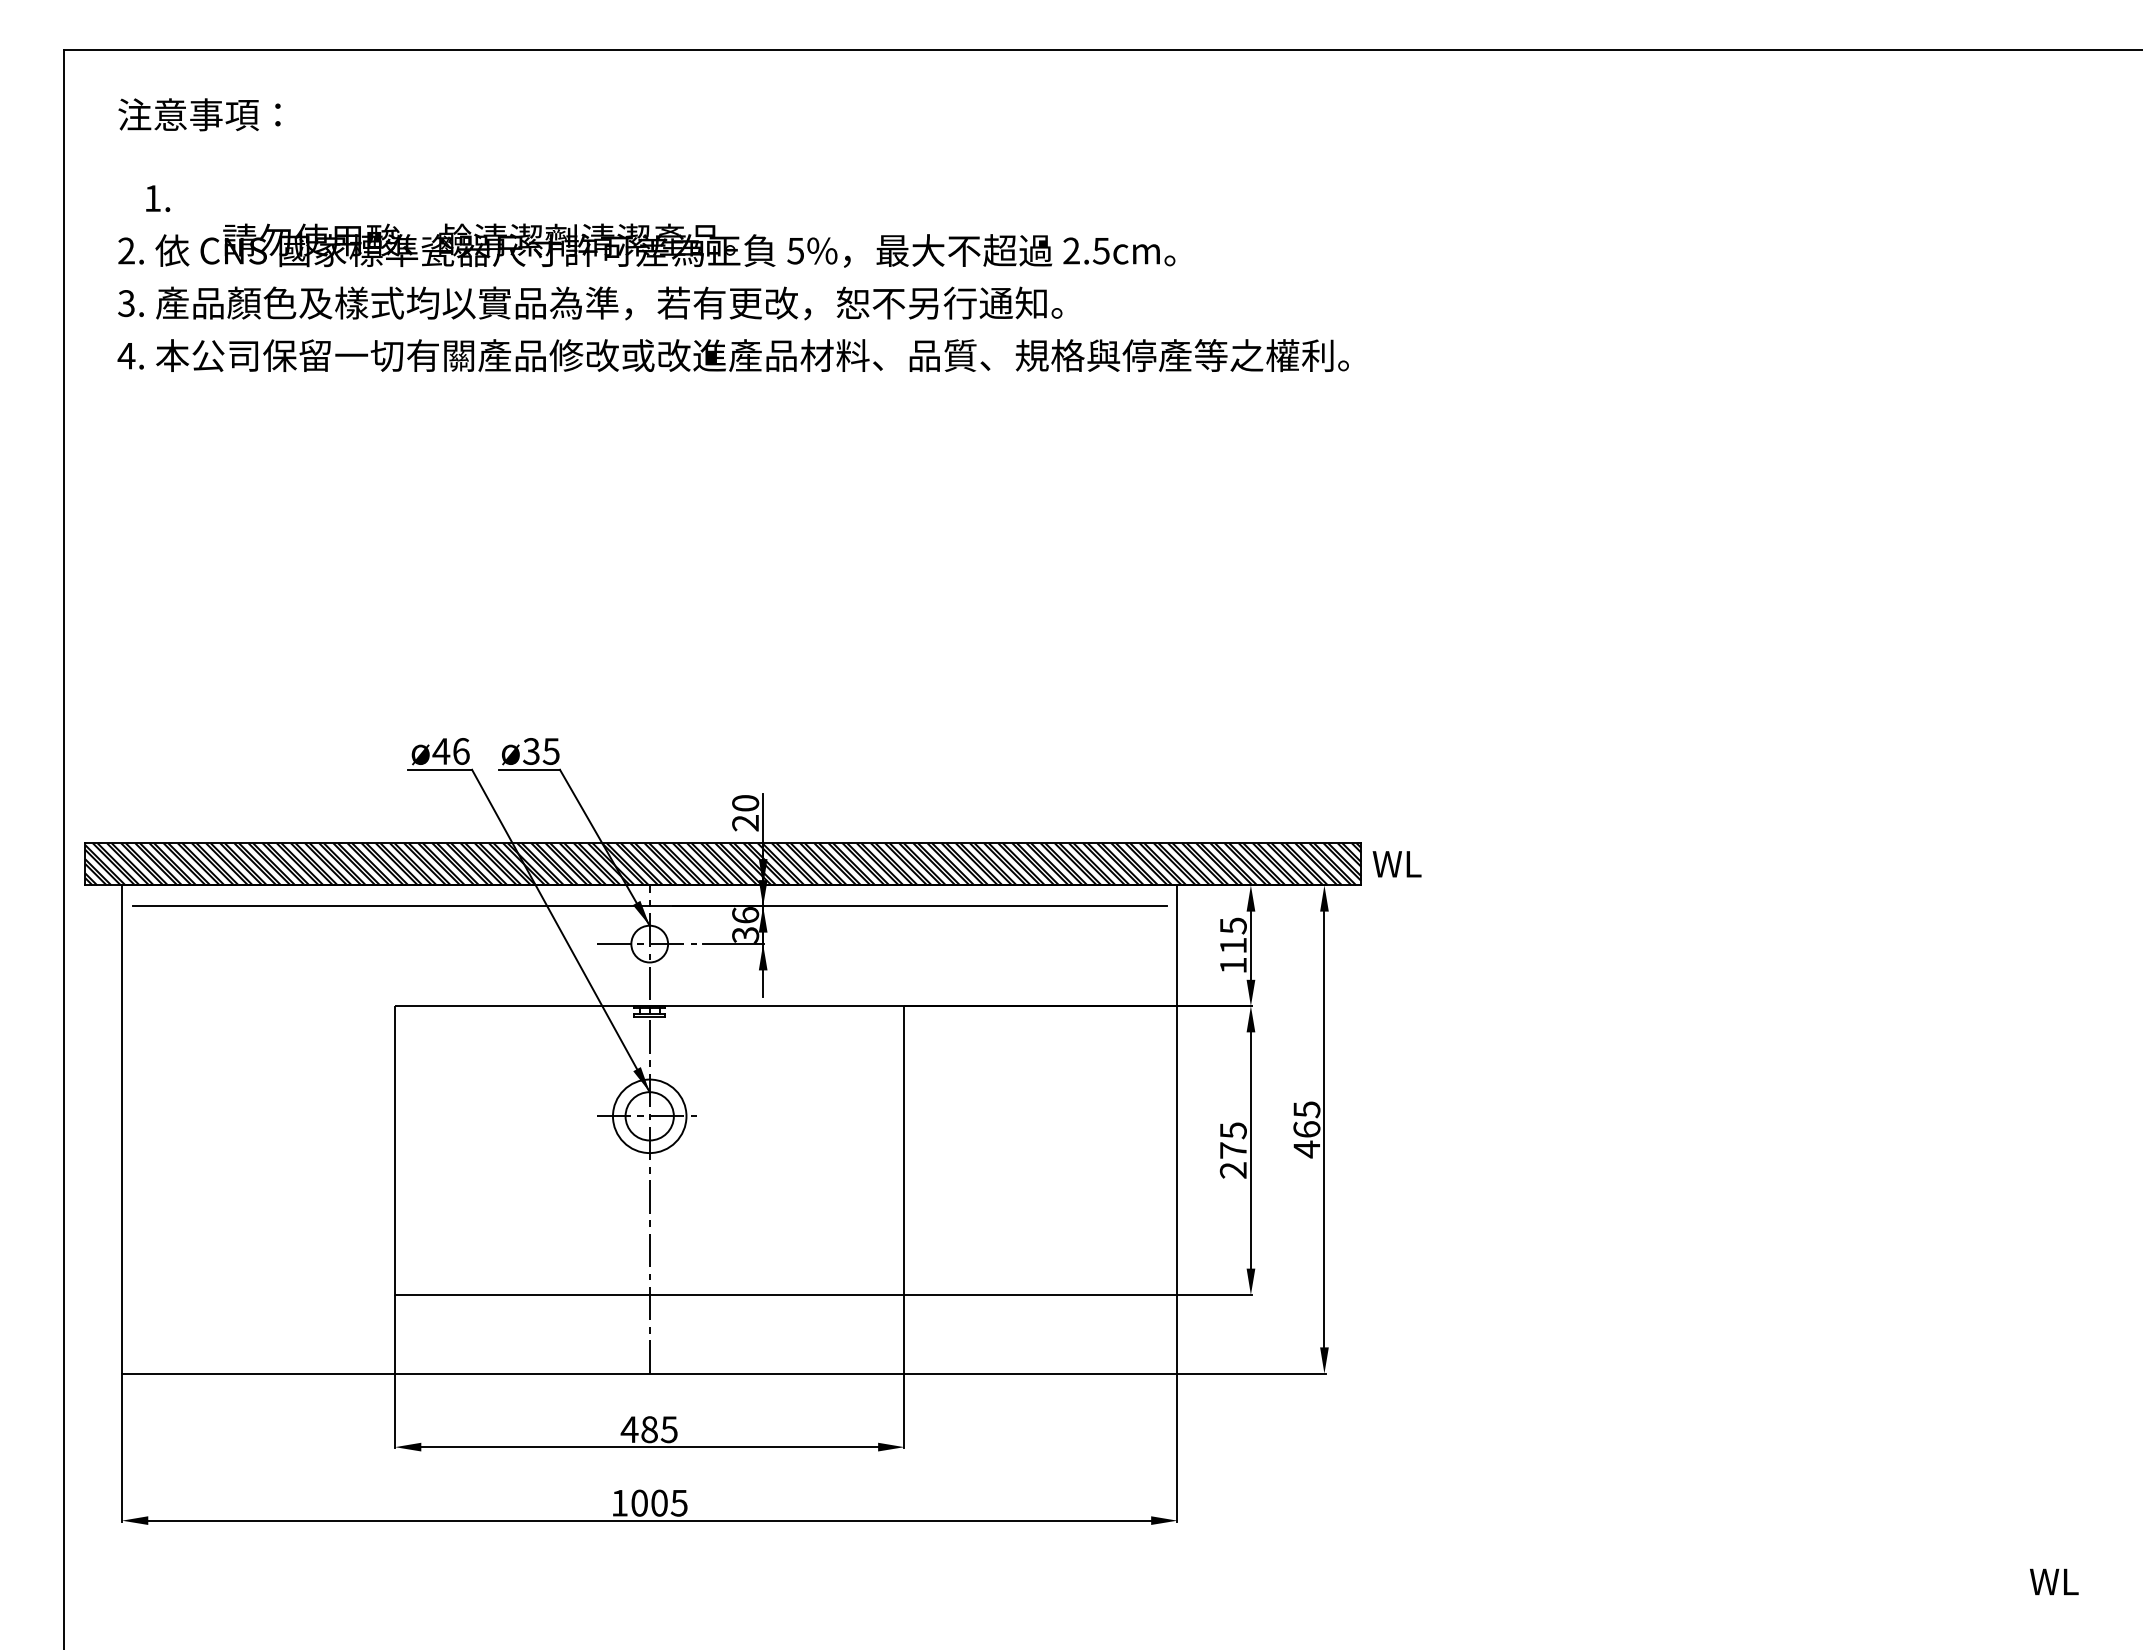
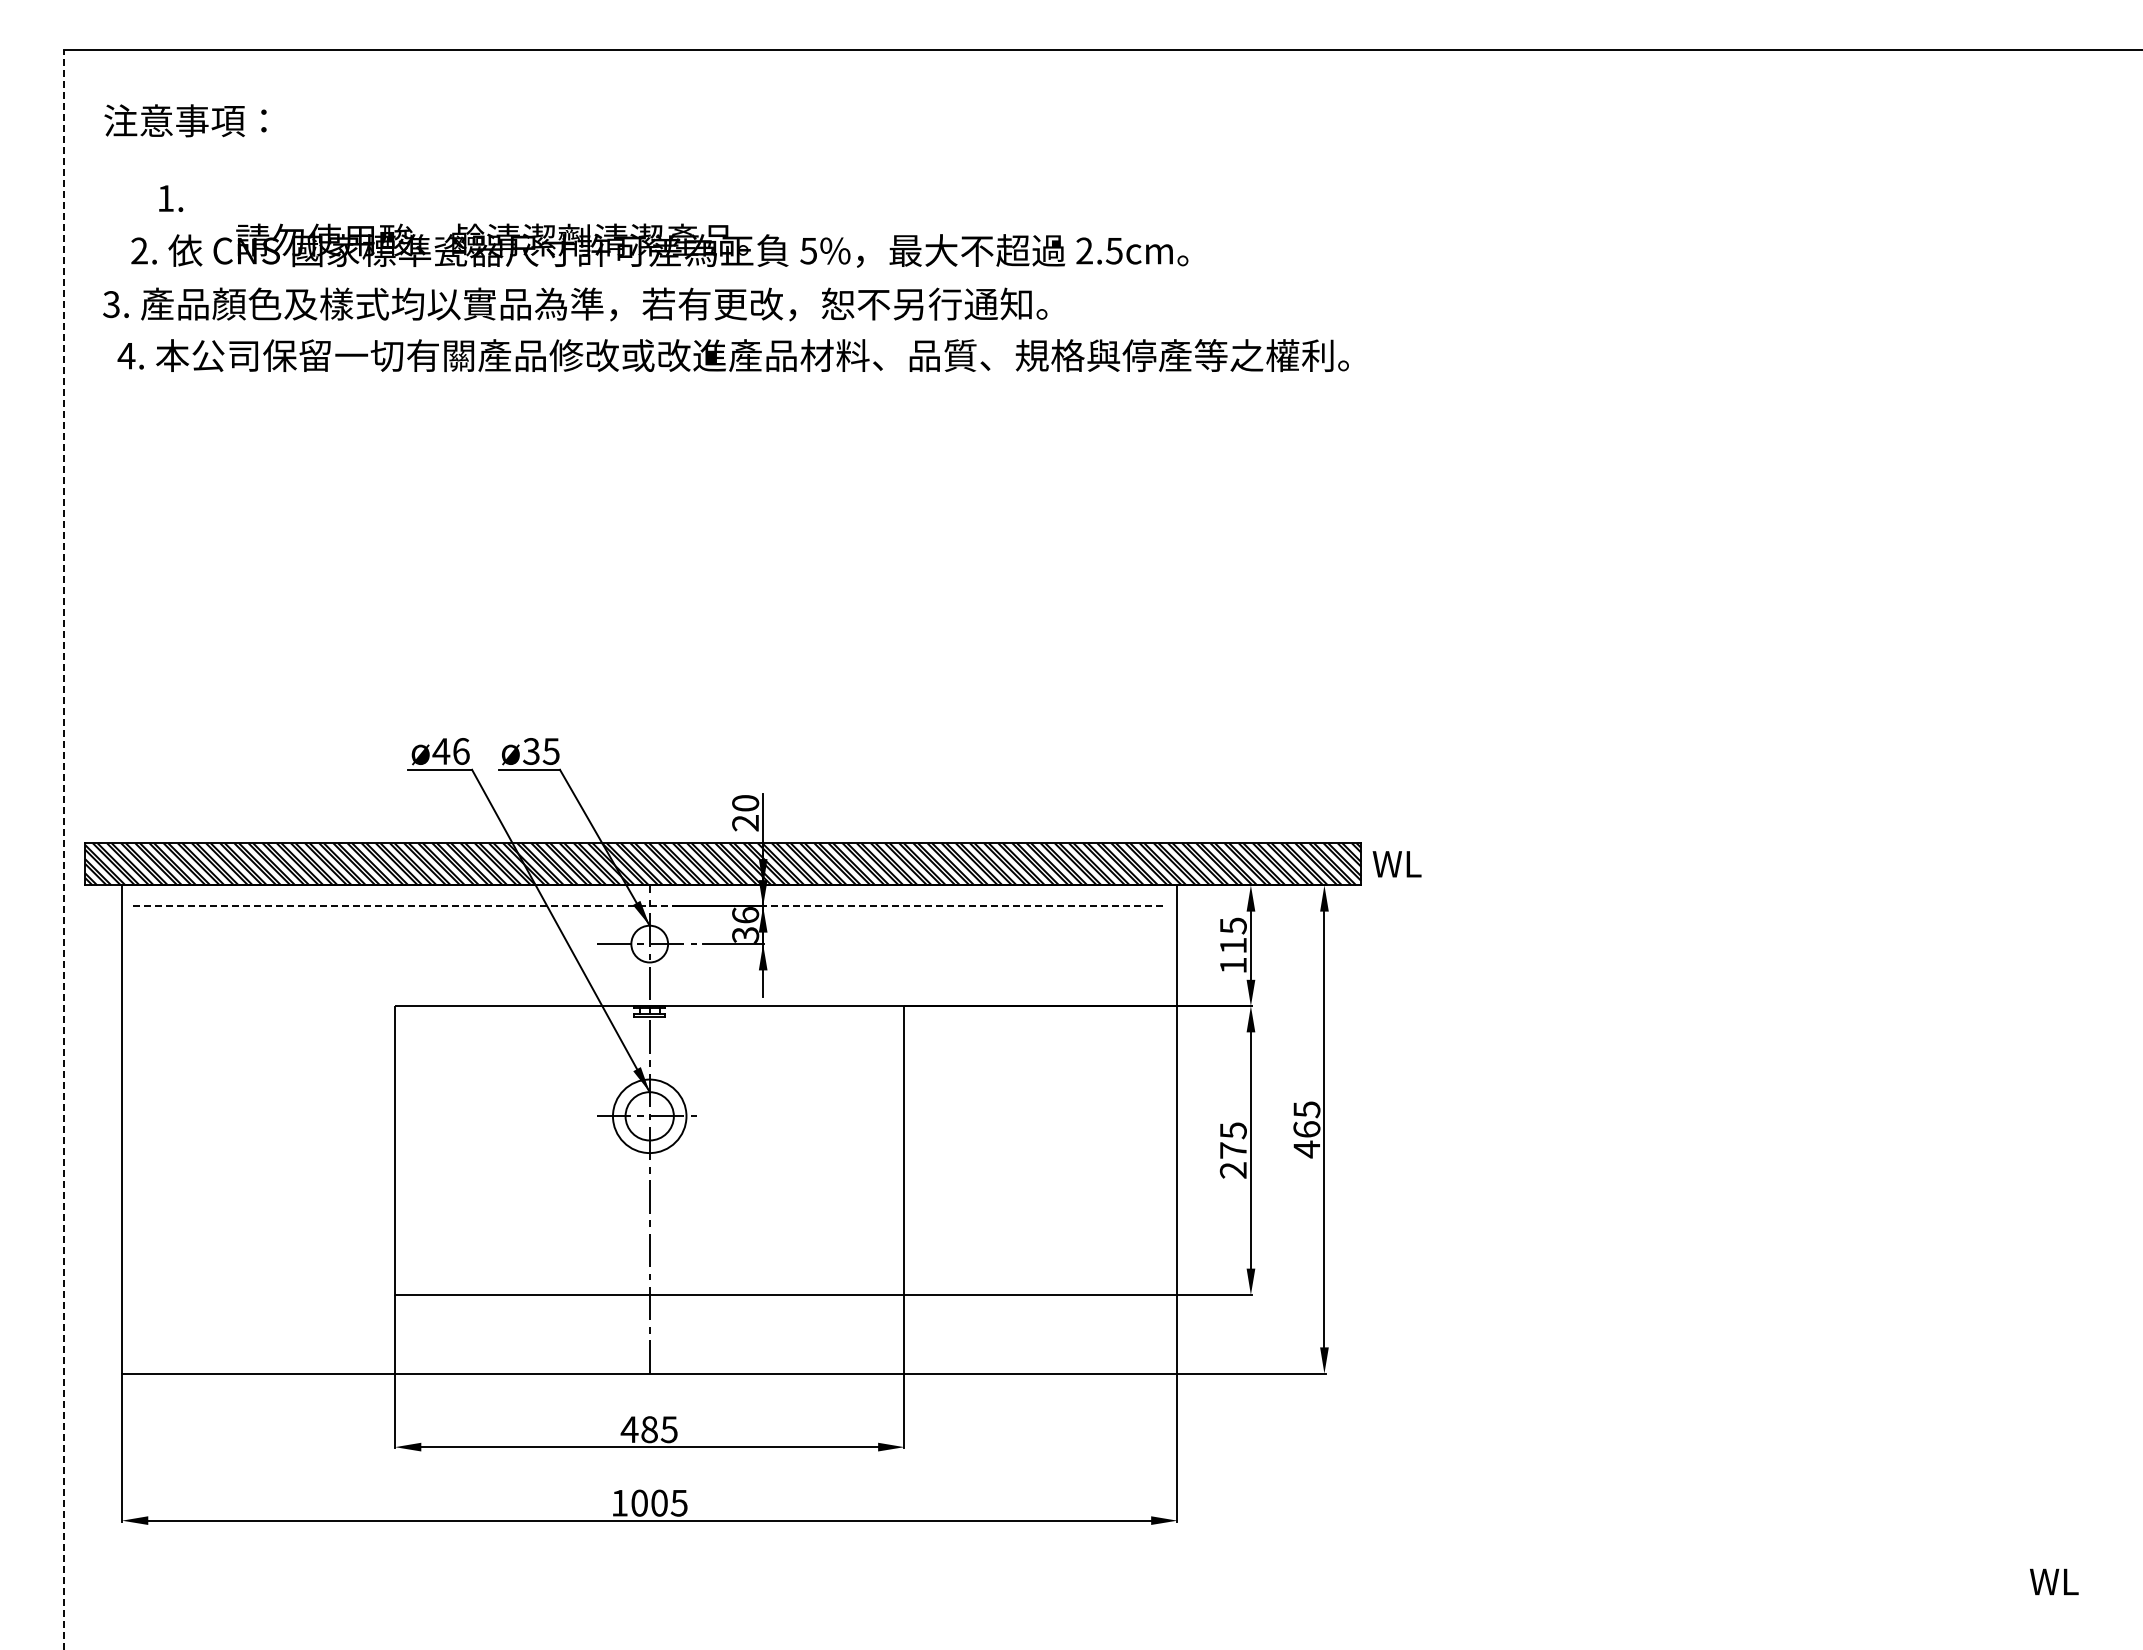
text at (199, 114) position: (199, 114) -> (185, 120)
text at (646, 226) position: (646, 226) -> (659, 226)
text at (590, 303) position: (590, 303) -> (575, 304)
line at (64, 849): solid -> dashed
line at (650, 906): solid -> dashed
